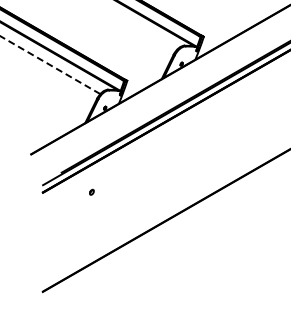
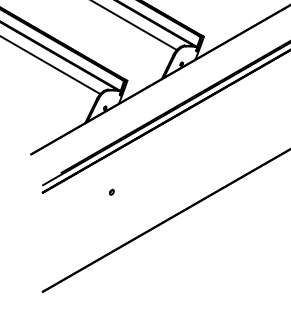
line at (135, 26): none -> present
line at (50, 65): dashed -> solid
part at (91, 191) position: (91, 191) -> (111, 191)
